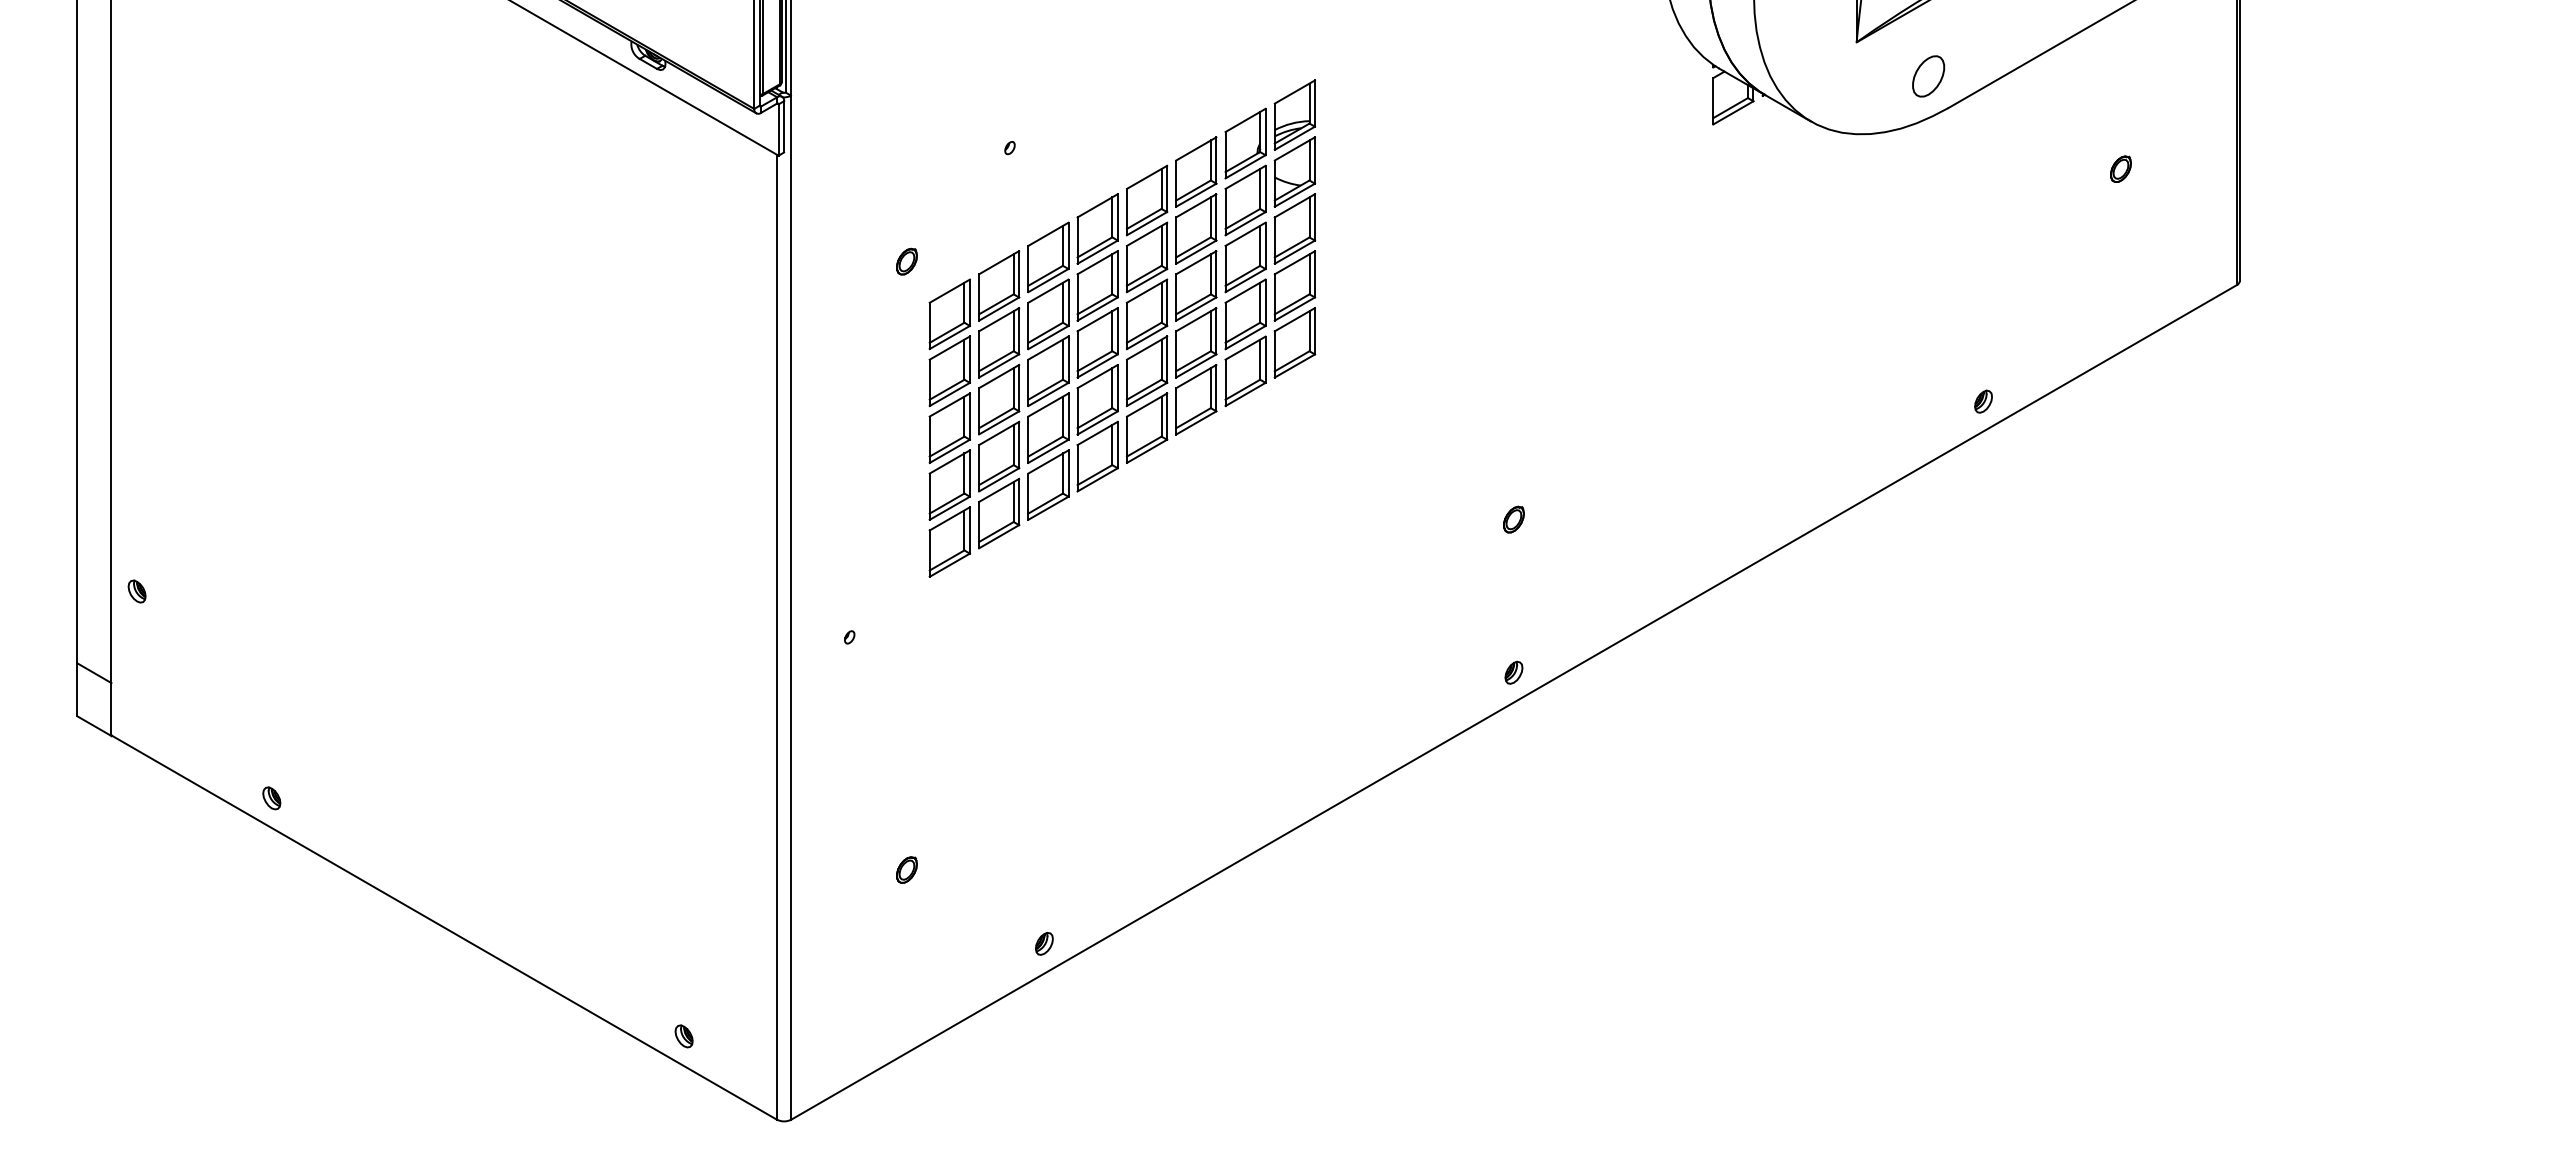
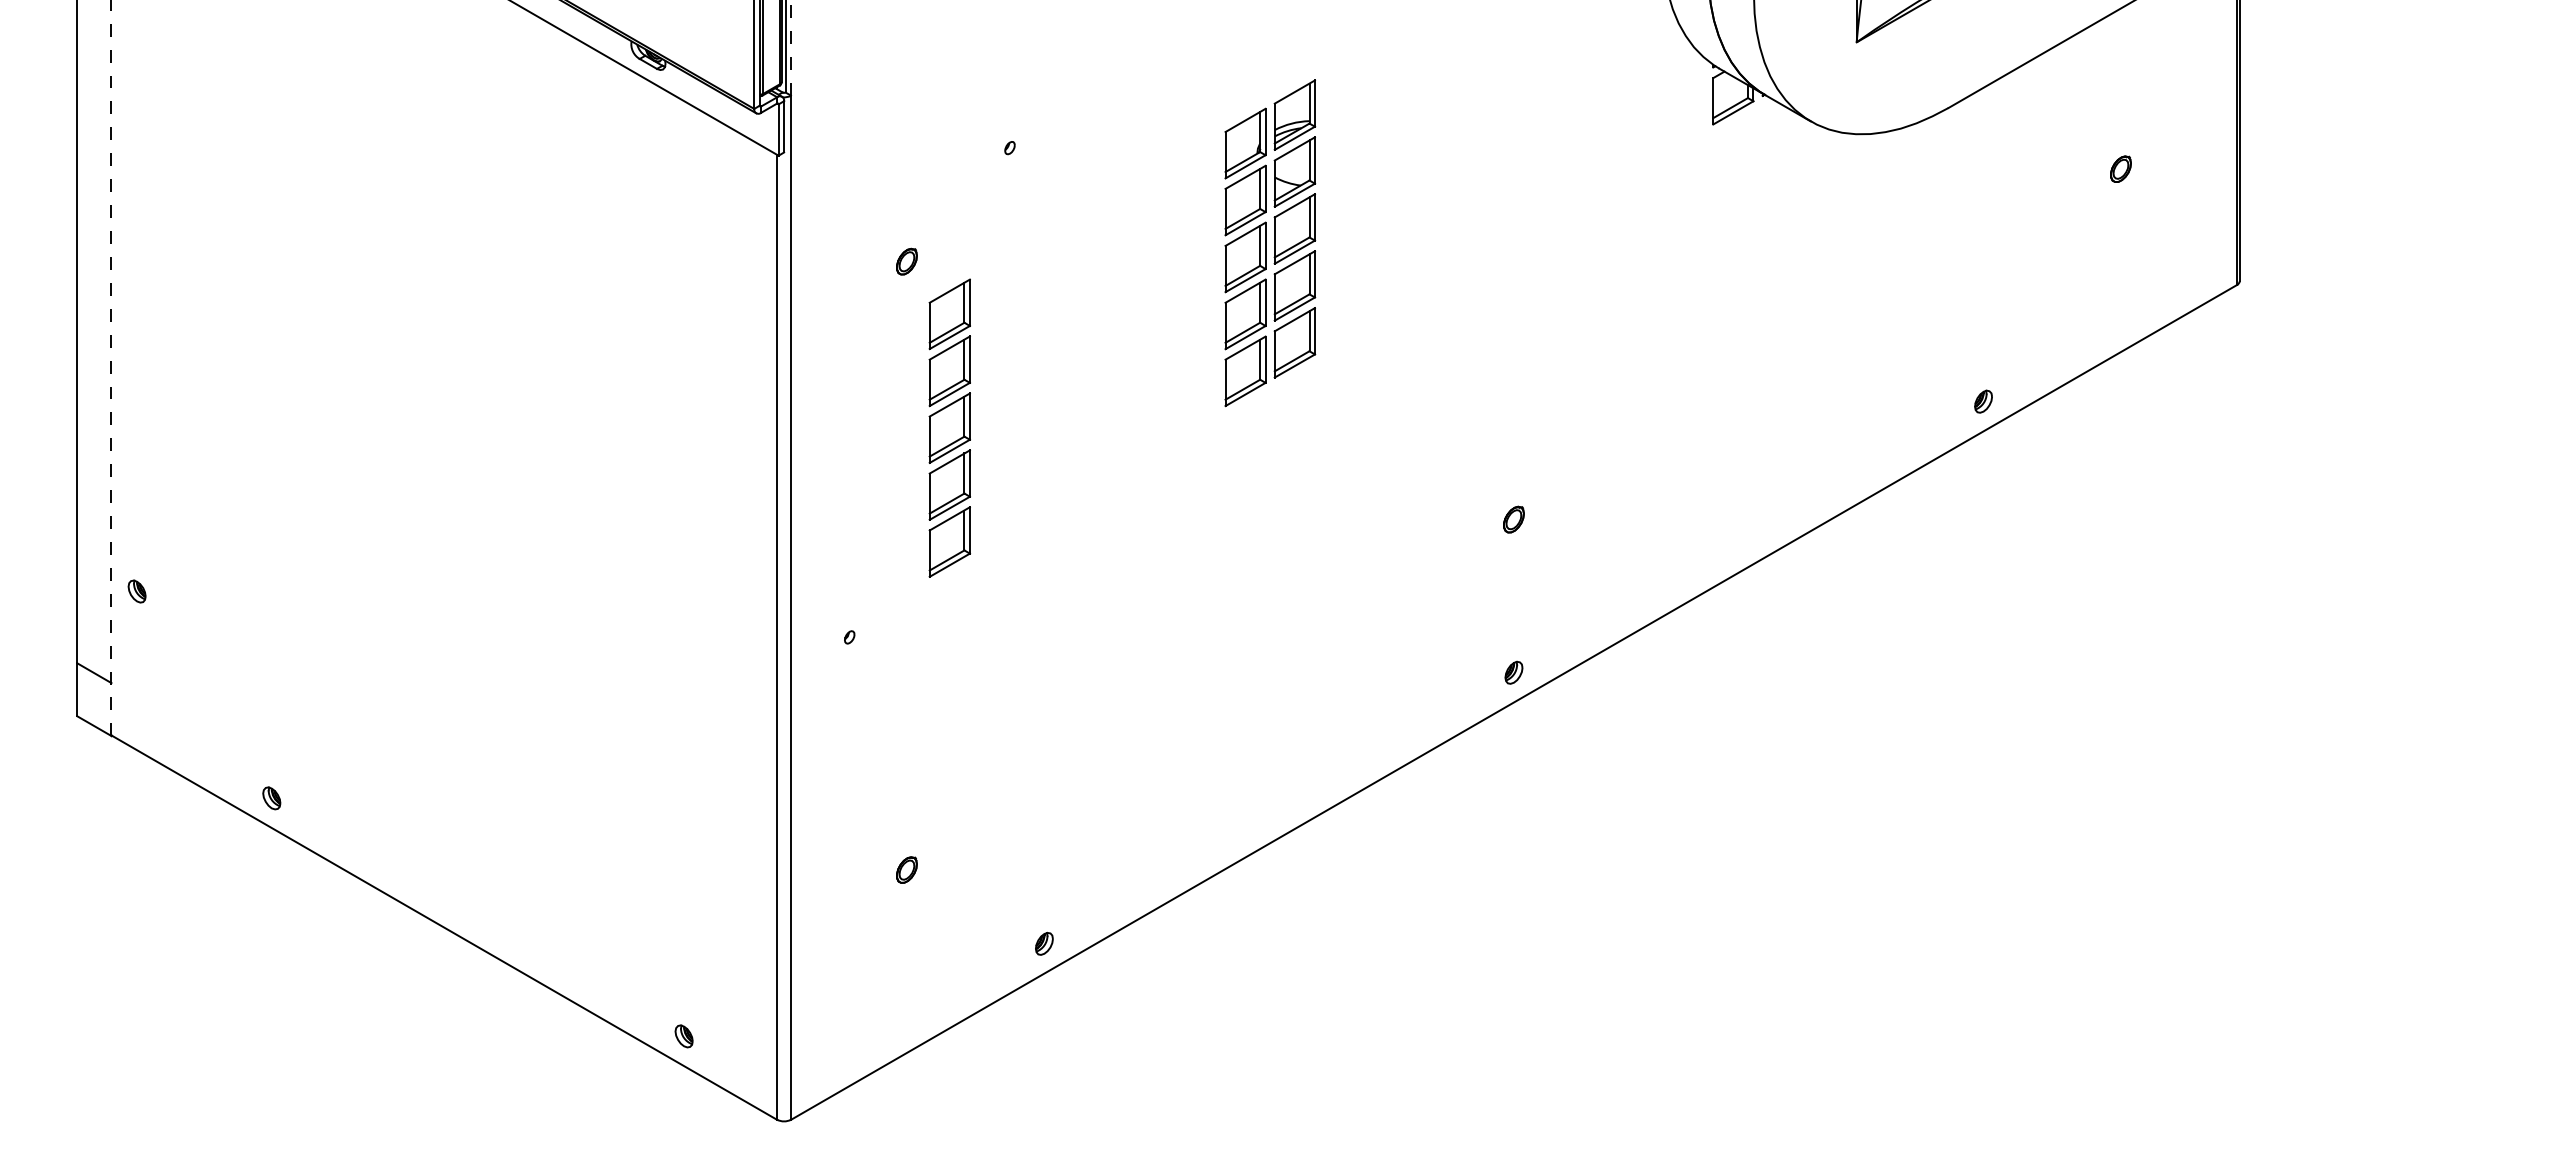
line at (790, 47): solid -> dashed
part at (1928, 76): present -> none
part at (1097, 342): present -> none
line at (111, 368): solid -> dashed
